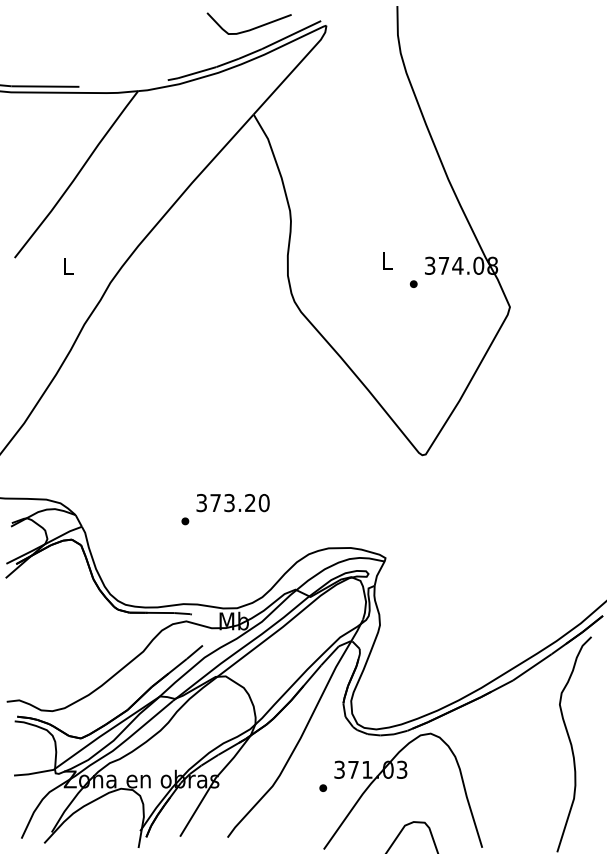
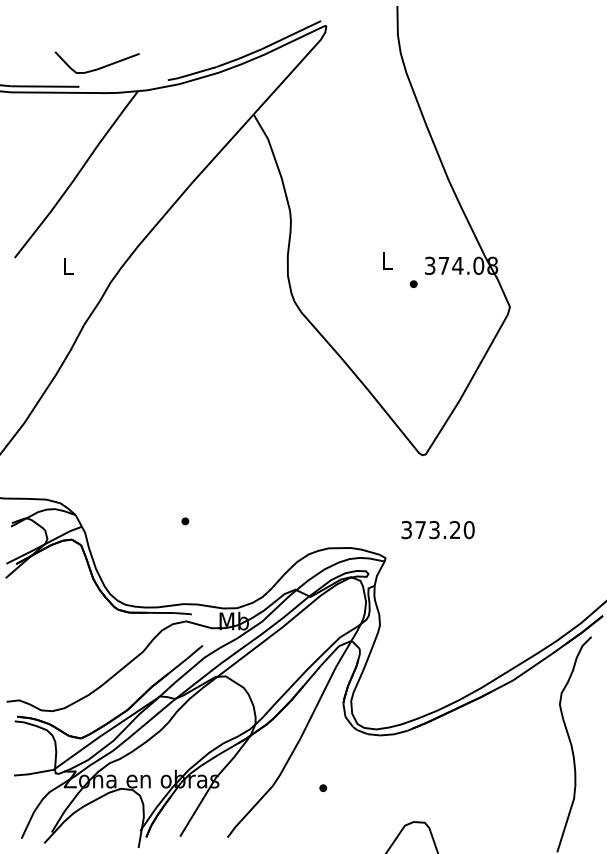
curve at (251, 28) position: (251, 28) -> (99, 67)
text at (232, 503) position: (232, 503) -> (437, 530)
part at (402, 778): present -> none
